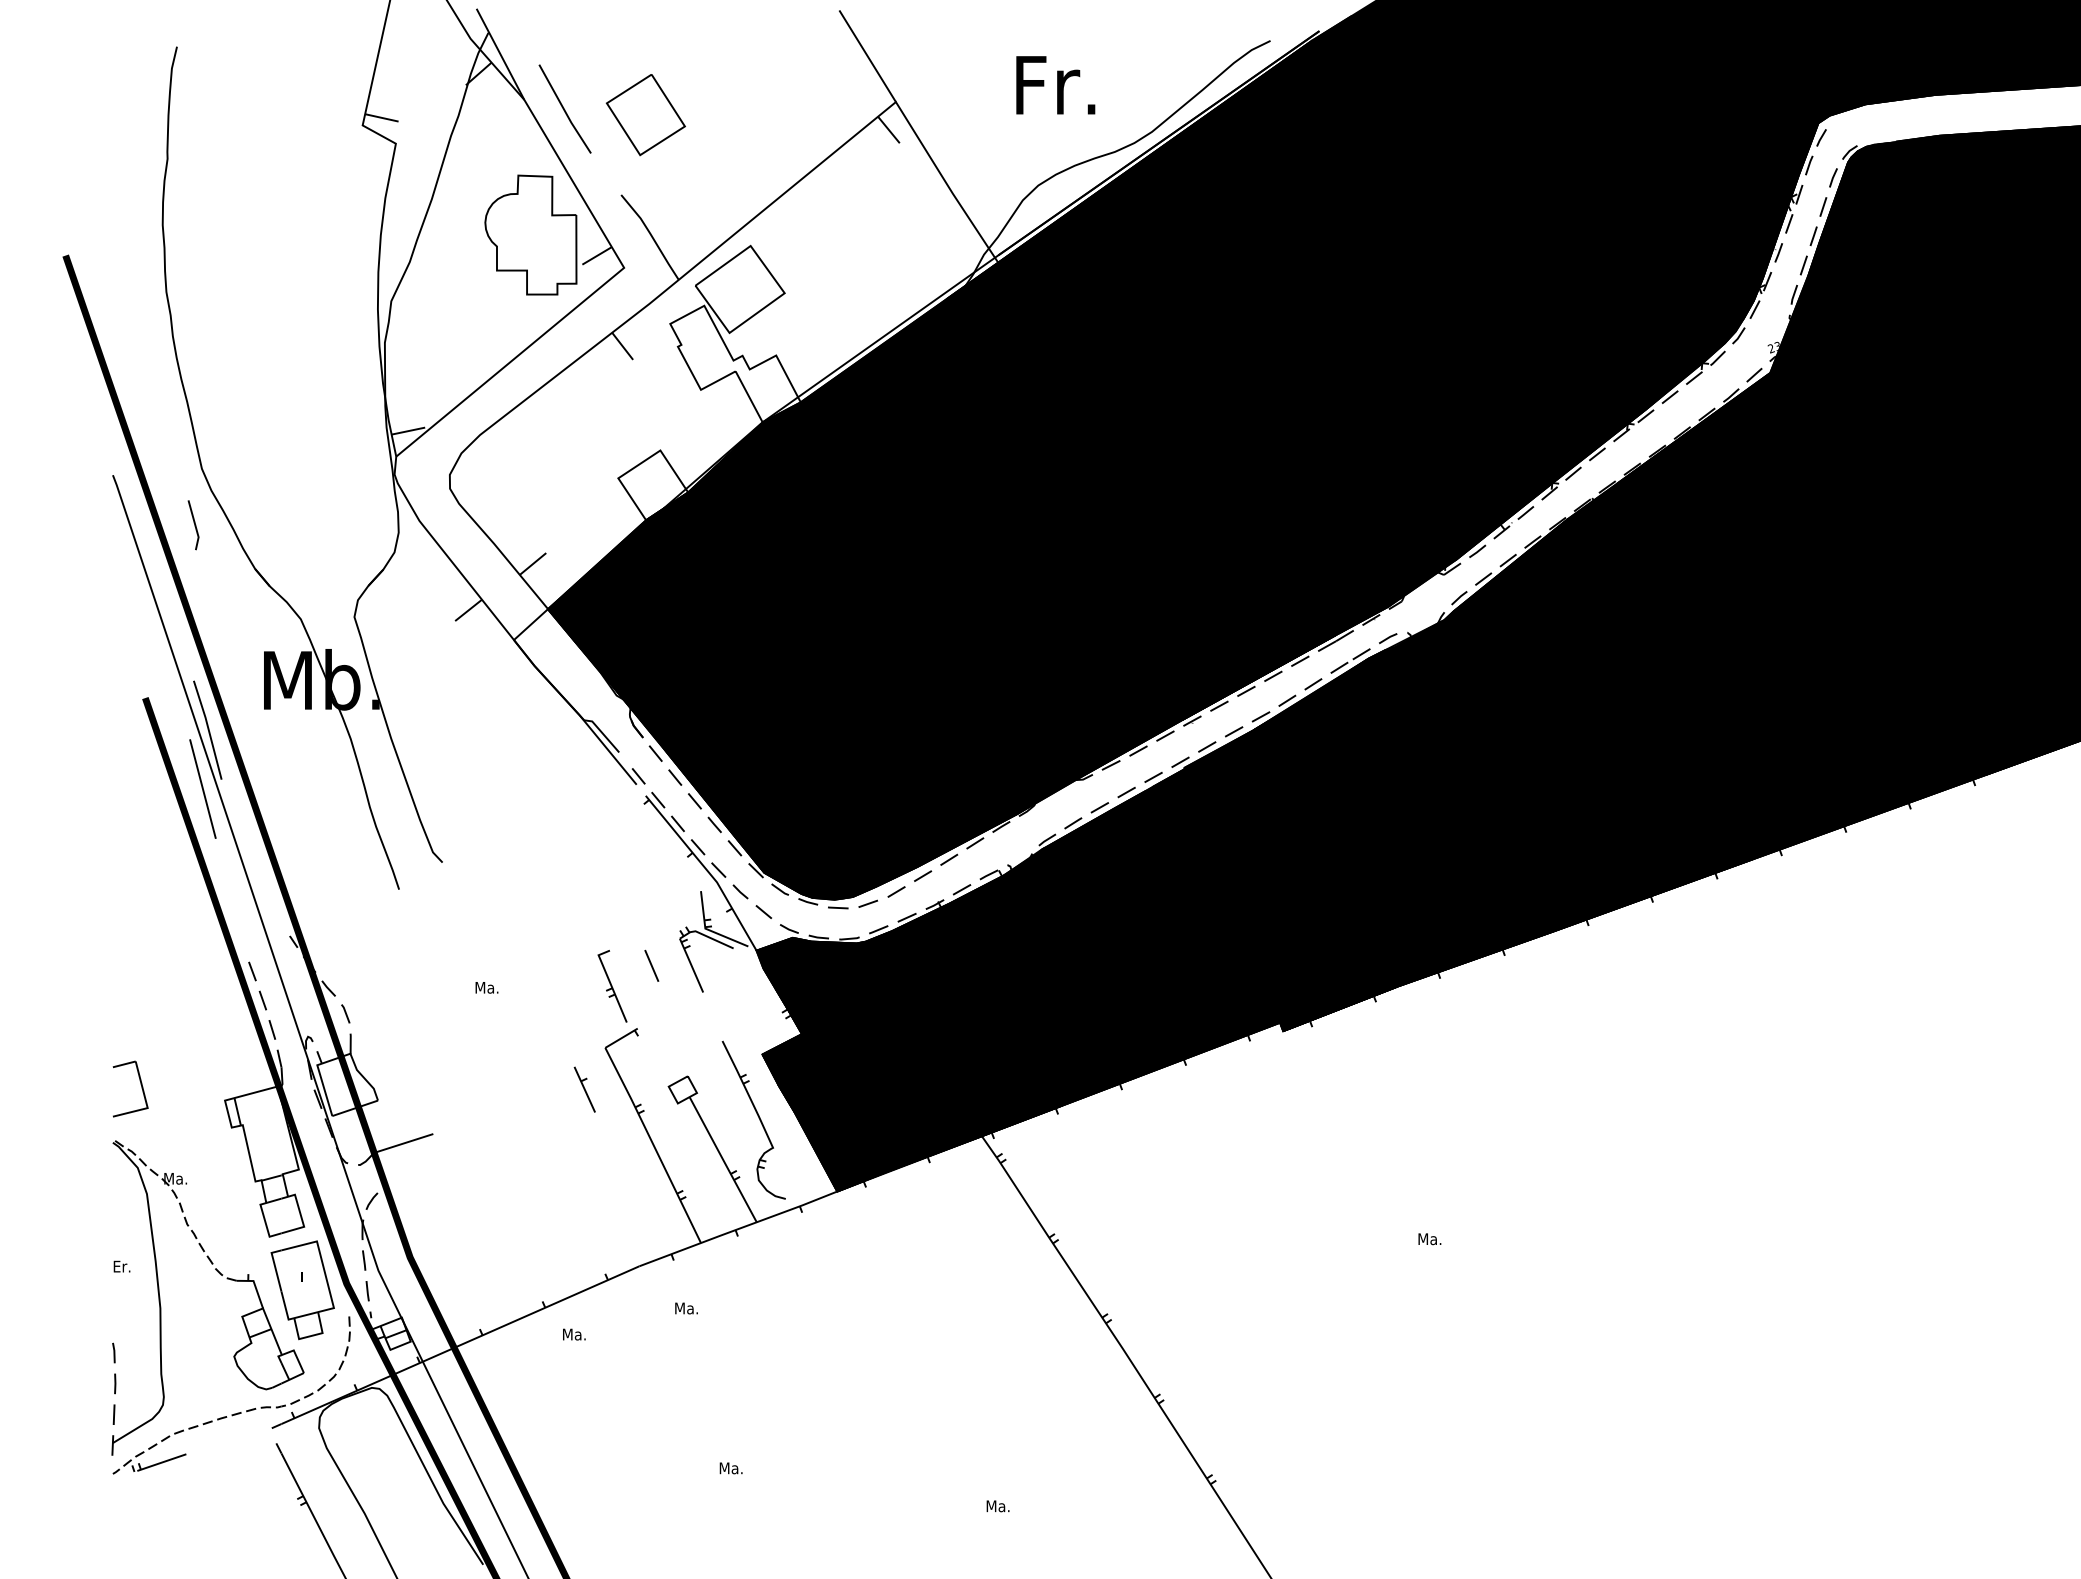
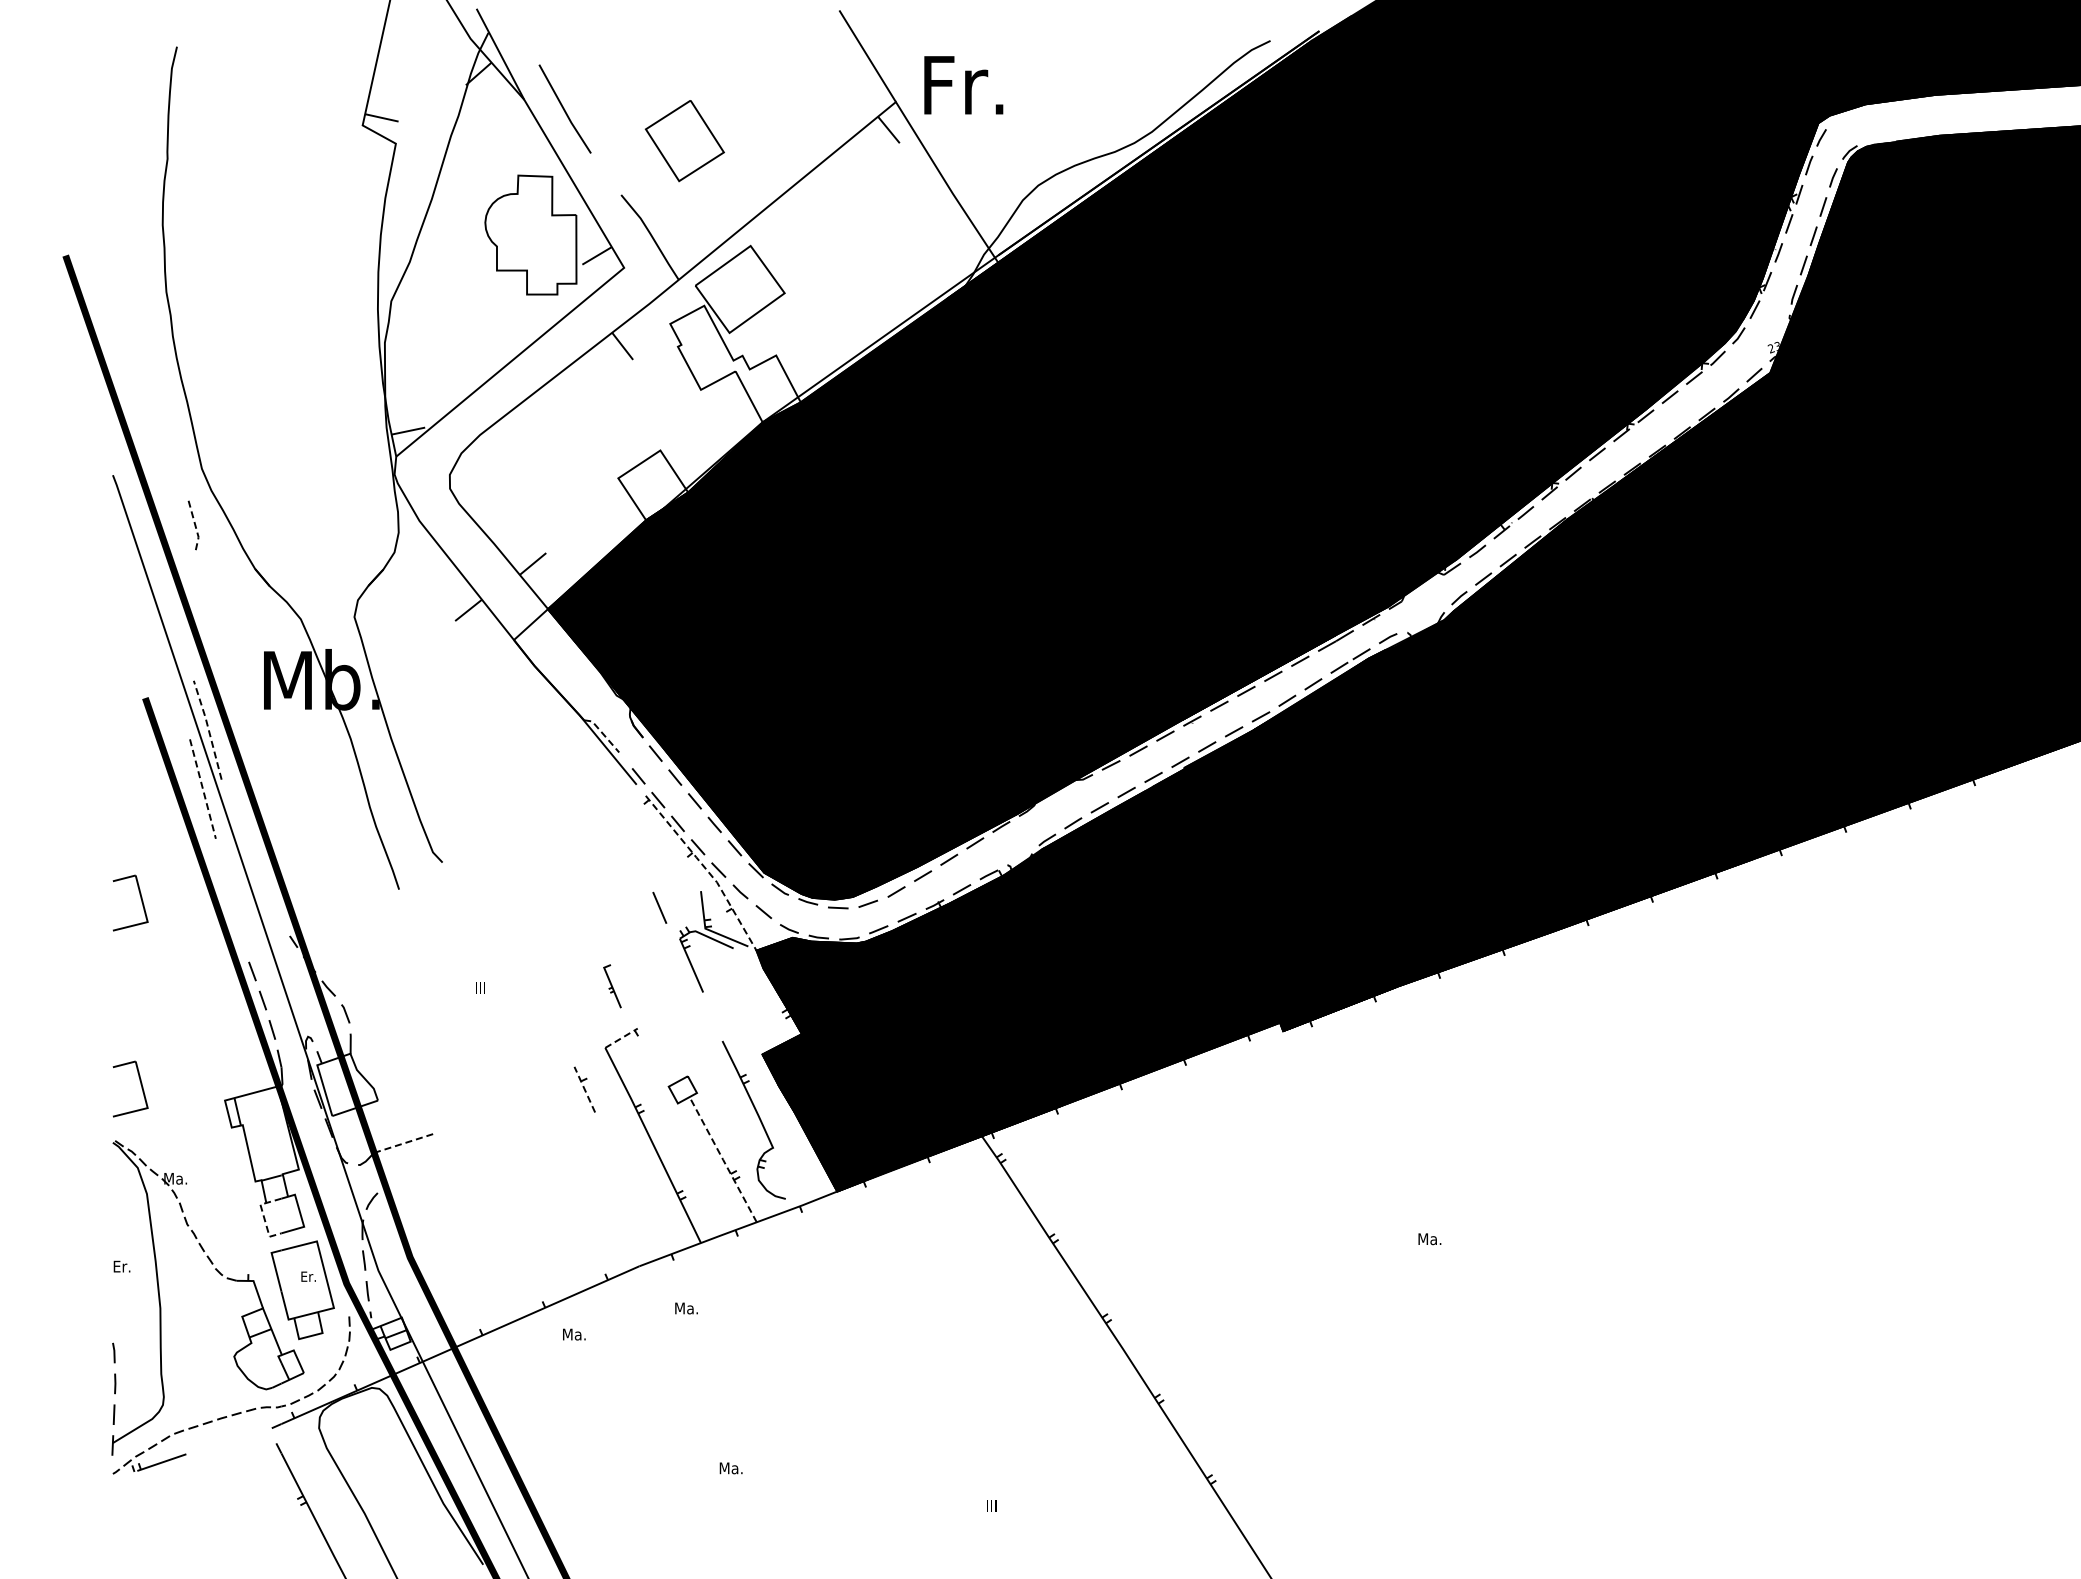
text at (1055, 85) position: (1055, 85) -> (963, 85)
part at (645, 115) position: (645, 115) -> (684, 141)
line at (195, 525): solid -> dashed
line at (208, 729): solid -> dashed
line at (602, 733): solid -> dashed
line at (203, 789): solid -> dashed
line at (706, 869): solid -> dashed
part at (140, 898): none -> present
line at (651, 965) position: (651, 965) -> (659, 907)
part at (612, 986) size: 31x73 px -> 19x45 px
text at (486, 987): Ma. -> III
line at (621, 1038): solid -> dashed
line at (584, 1089): solid -> dashed
line at (404, 1143): solid -> dashed
line at (723, 1159): solid -> dashed
line at (263, 1216): solid -> dashed
text at (308, 1276): I -> Er.
text at (997, 1506): Ma. -> III
